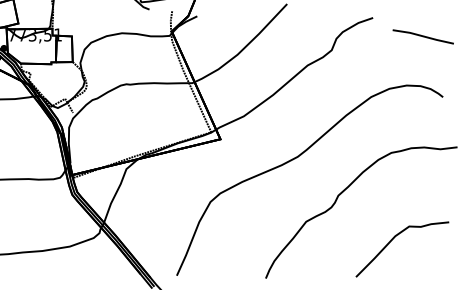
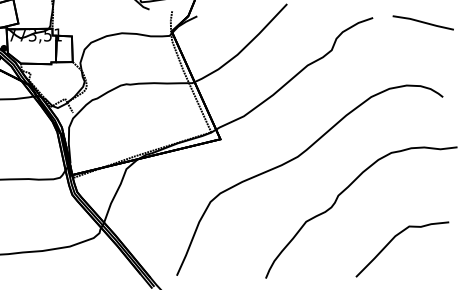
line at (422, 36) position: (422, 36) -> (422, 22)
